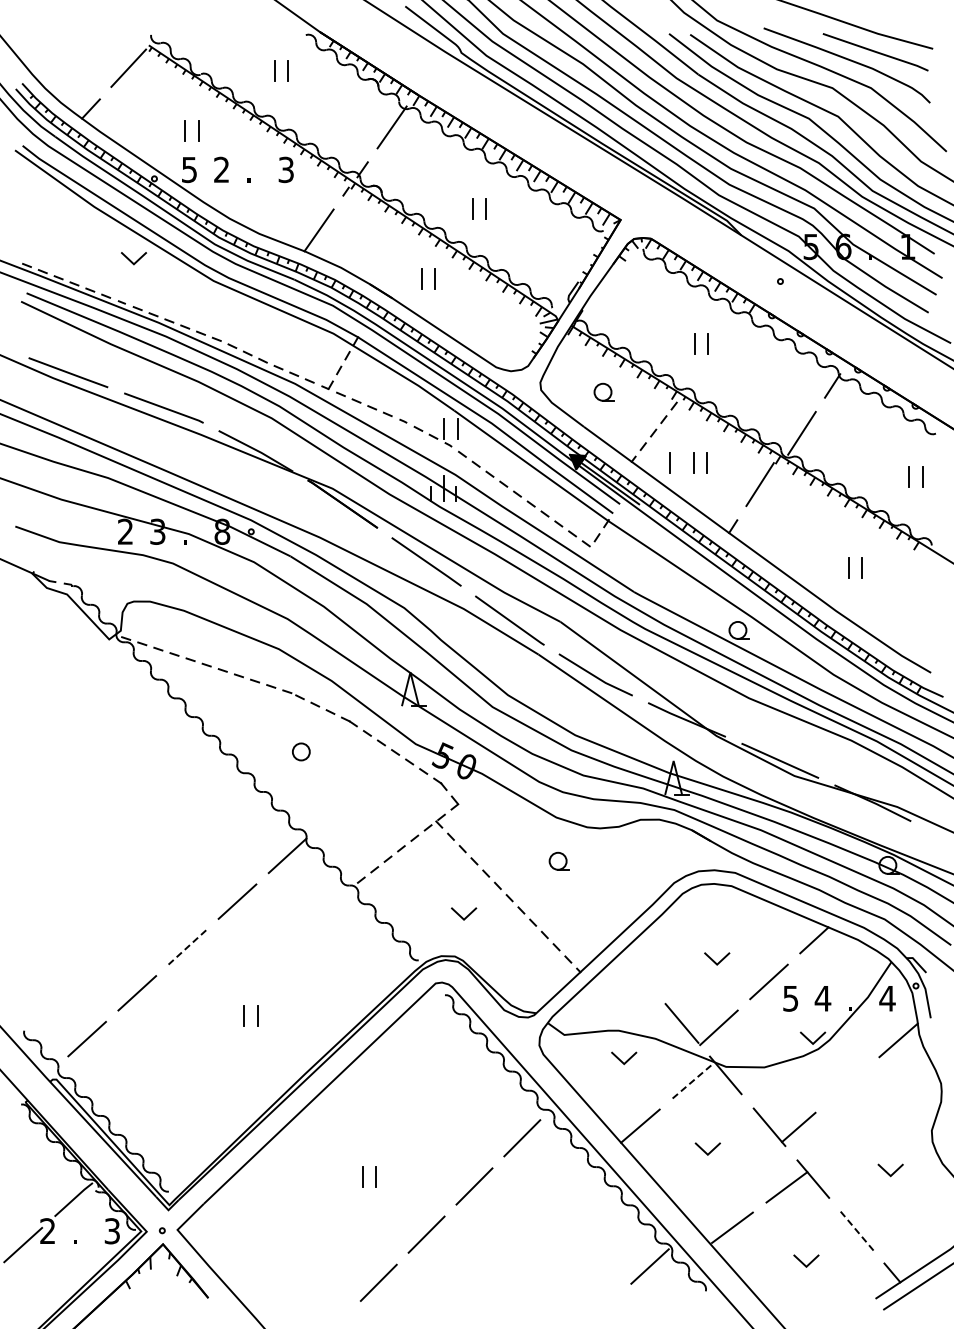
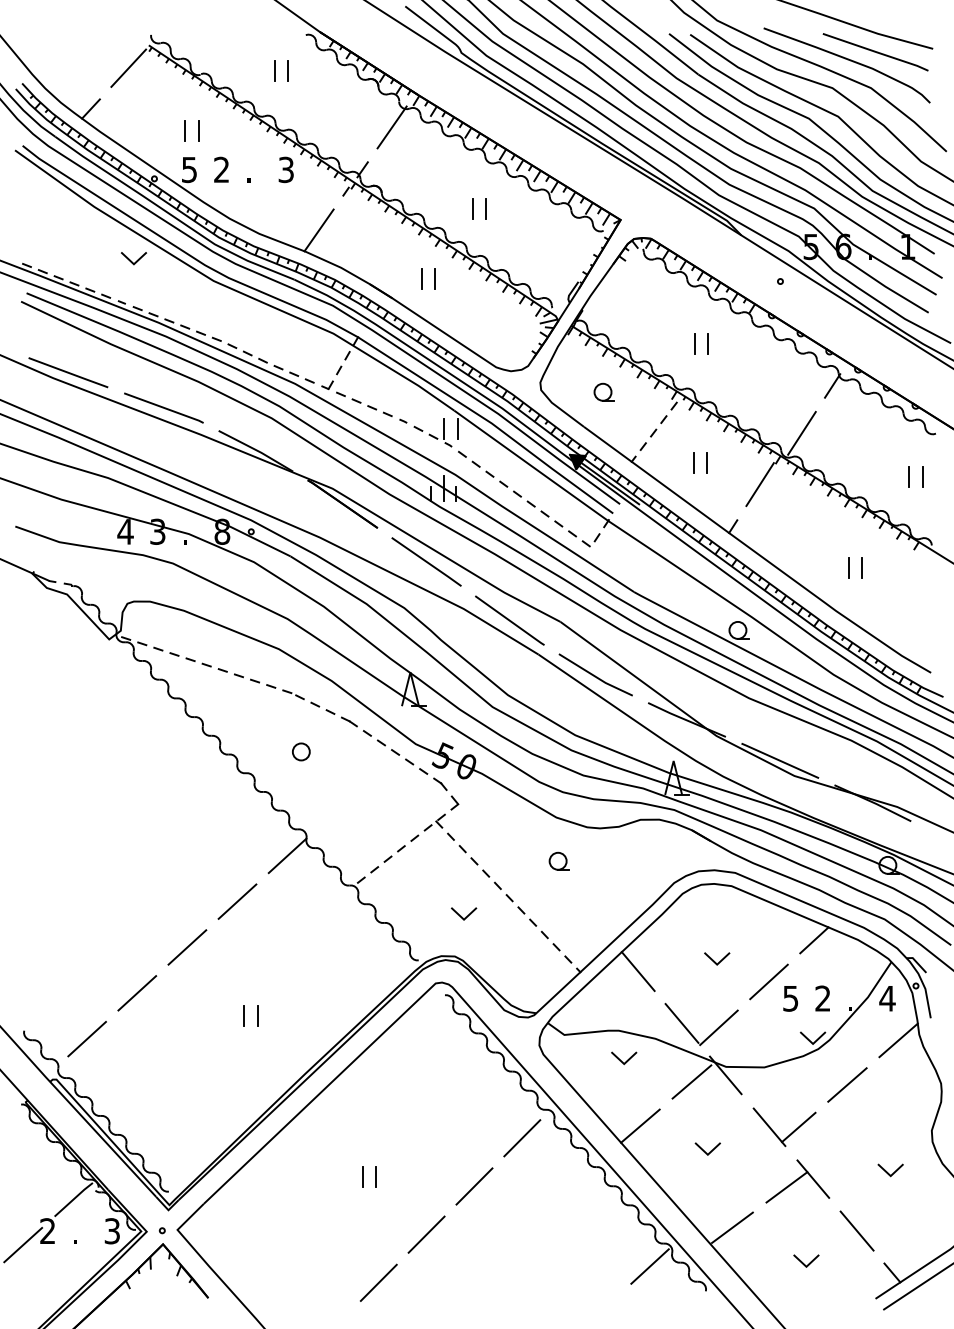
line at (669, 462): present -> none
text at (125, 531): 2 -> 4
line at (187, 947): dashed -> solid
line at (637, 971): none -> present
text at (822, 998): 4 -> 2
line at (692, 1081): dashed -> solid
line at (847, 1084): none -> present
line at (857, 1231): dashed -> solid
